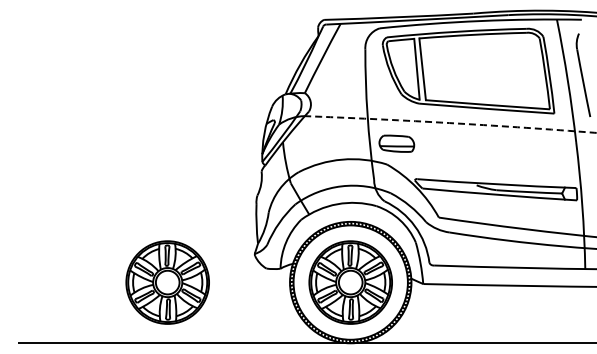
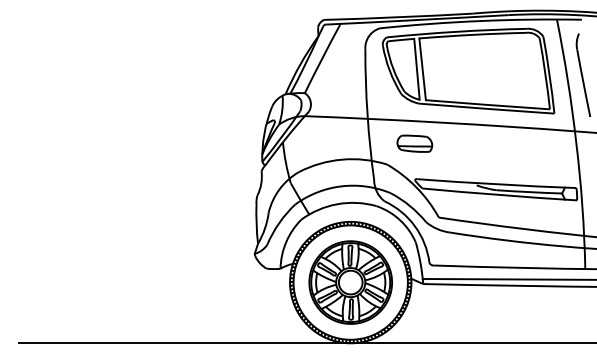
arc at (450, 123): dashed -> solid
part at (396, 143) position: (396, 143) -> (414, 143)
line at (507, 278): none -> present
part at (167, 282): present -> none
